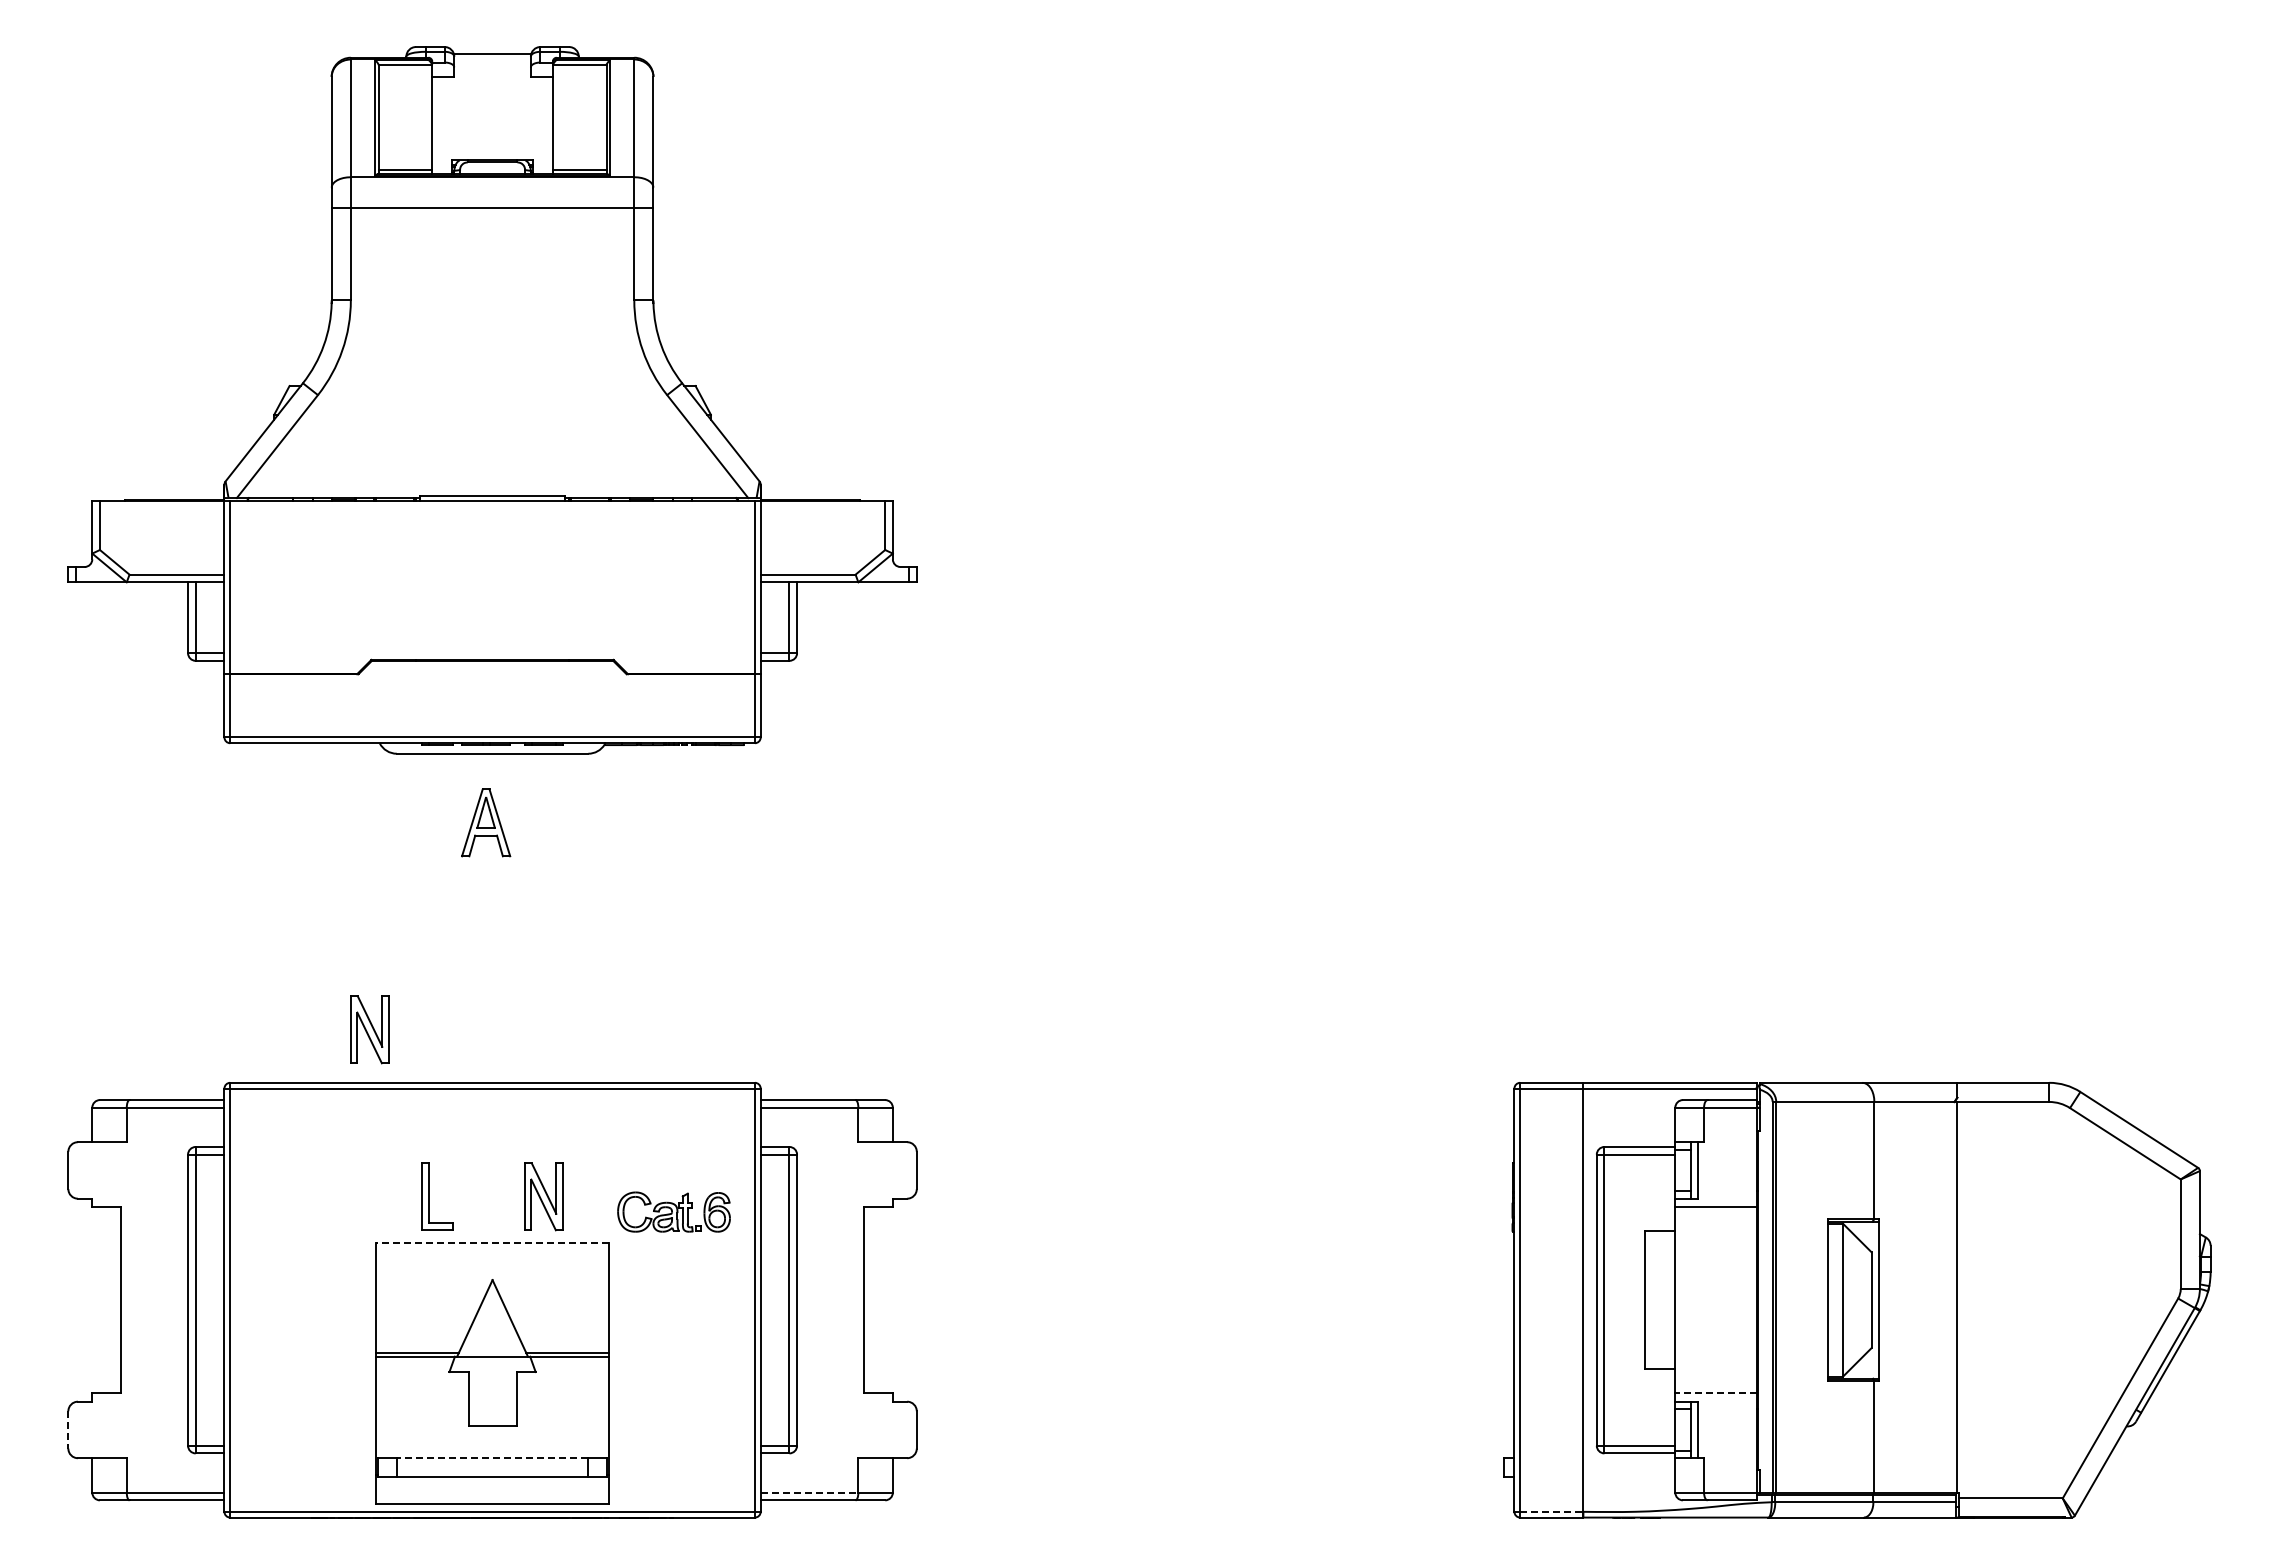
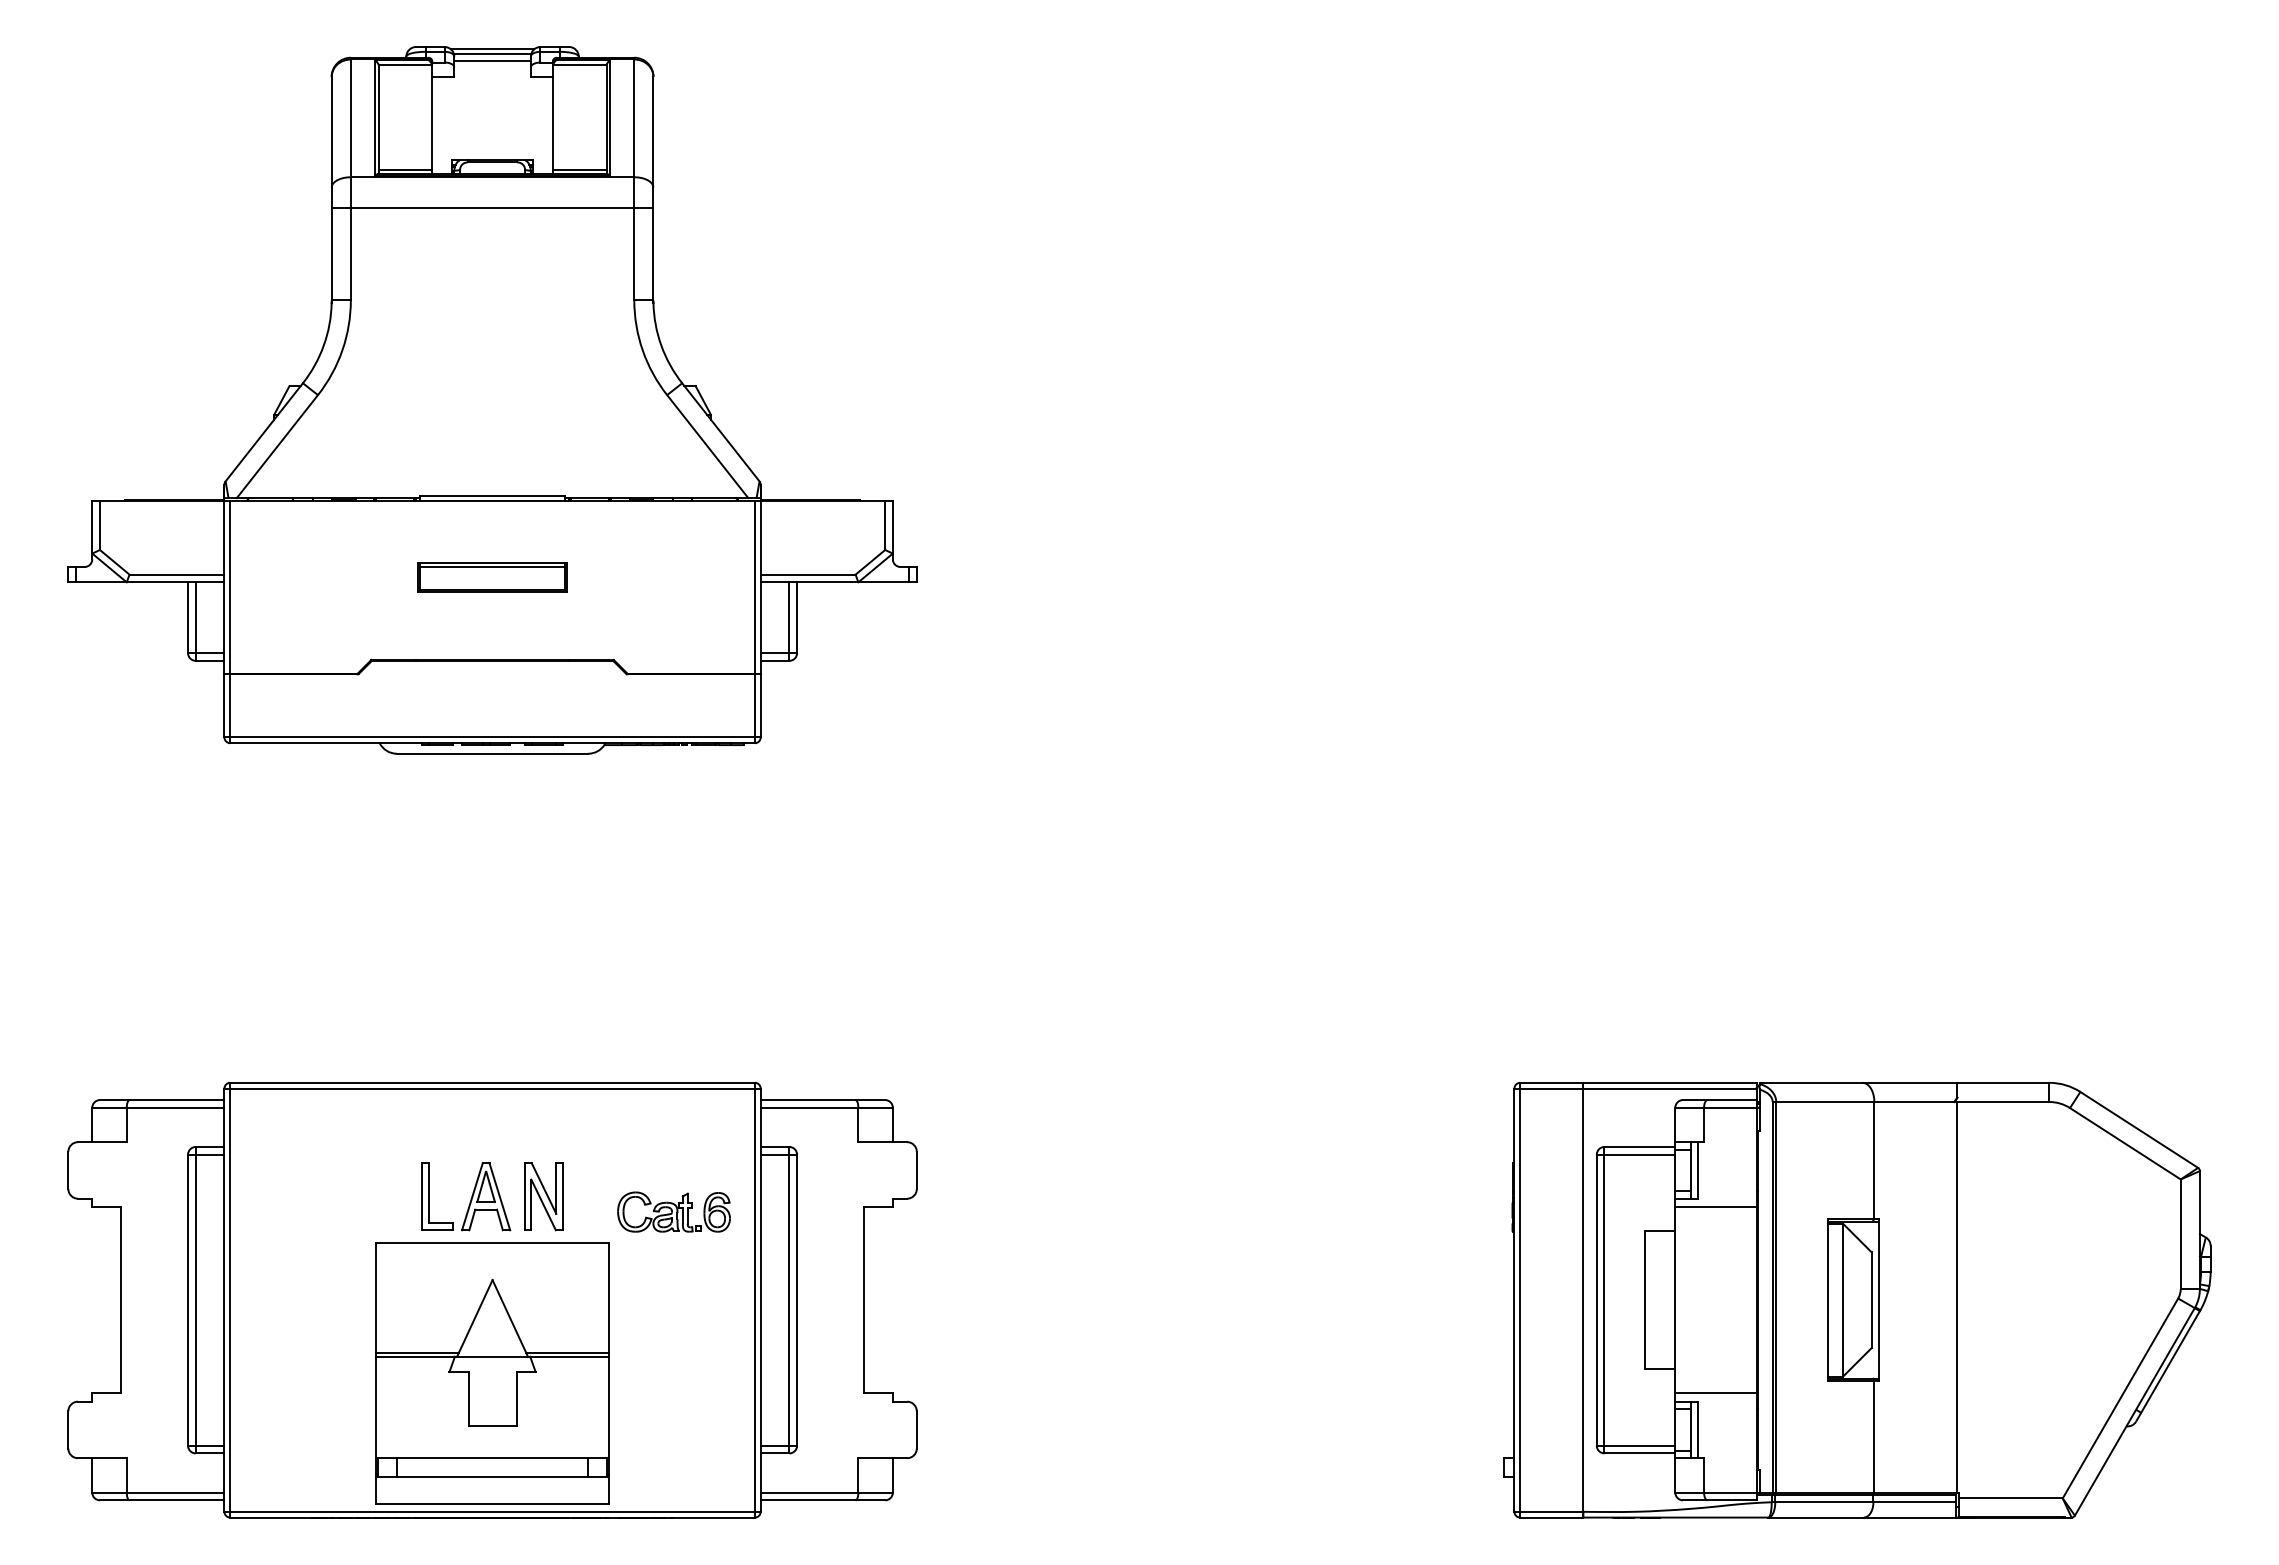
line at (492, 49): none -> present
line at (492, 60): none -> present
part at (492, 577): none -> present
part at (486, 822) position: (486, 822) -> (486, 1196)
part at (369, 1029): present -> none
line at (492, 1242): dashed -> solid
line at (1716, 1393): dashed -> solid
line at (68, 1429): dashed -> solid
line at (492, 1458): dashed -> solid
line at (809, 1492): dashed -> solid
line at (1551, 1511): dashed -> solid
